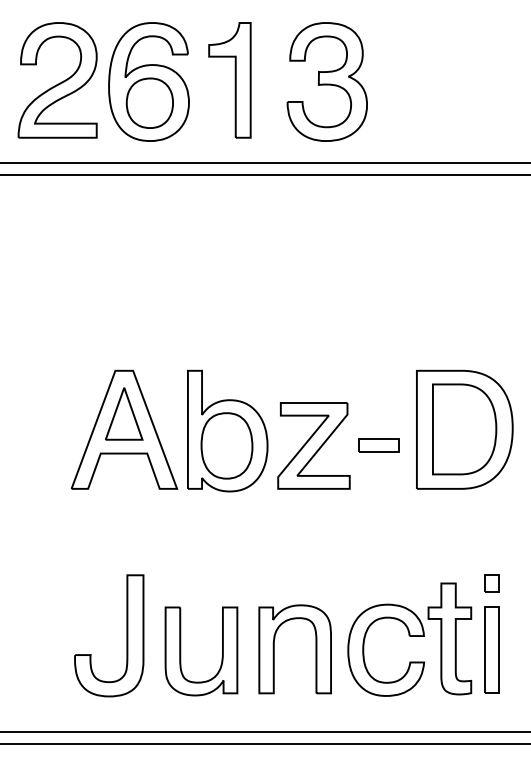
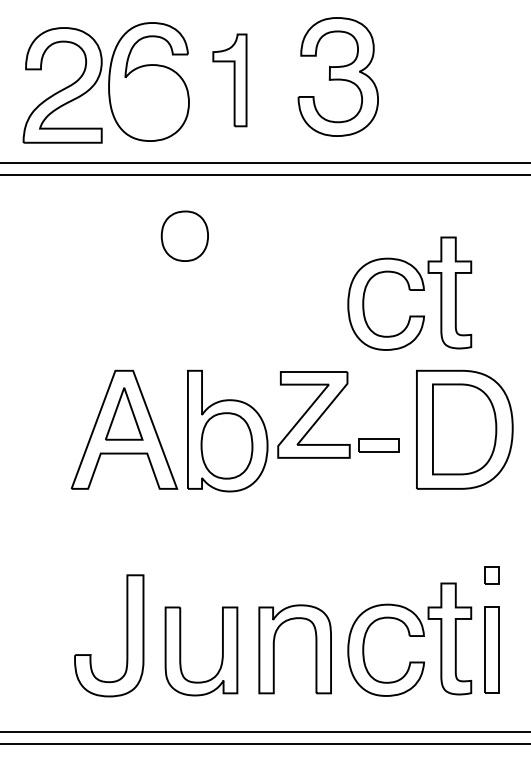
part at (57, 80) position: (57, 80) -> (62, 85)
part at (229, 80) size: 44x117 px -> 36x95 px
part at (326, 81) position: (326, 81) -> (337, 76)
part at (149, 102) position: (149, 102) -> (184, 235)
part at (409, 293): none -> present
part at (313, 445) position: (313, 445) -> (313, 414)
part at (491, 583) position: (491, 583) -> (491, 575)
